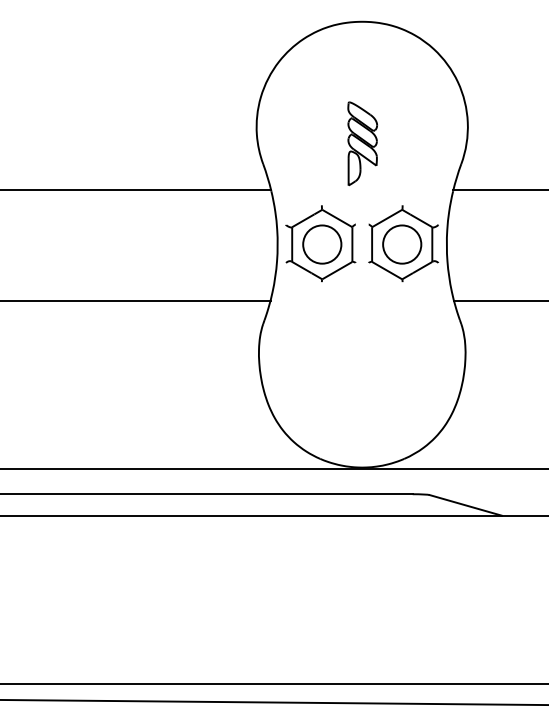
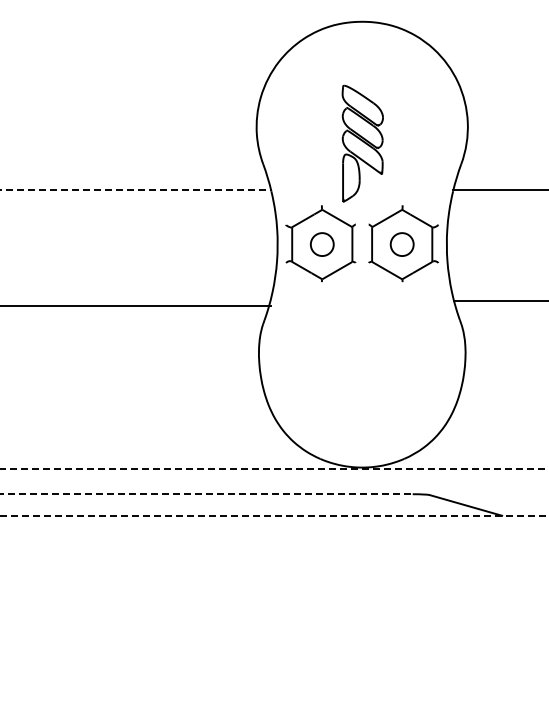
part at (362, 143) size: 31x86 px -> 43x119 px
line at (136, 190): solid -> dashed
circle at (322, 244) diameter: 38 px -> 23 px
circle at (402, 244) diameter: 38 px -> 23 px
line at (136, 300) position: (136, 300) -> (136, 305)
line at (274, 468): solid -> dashed
line at (206, 494): solid -> dashed
line at (274, 515): solid -> dashed
line at (273, 683): present -> none
line at (273, 702): present -> none
